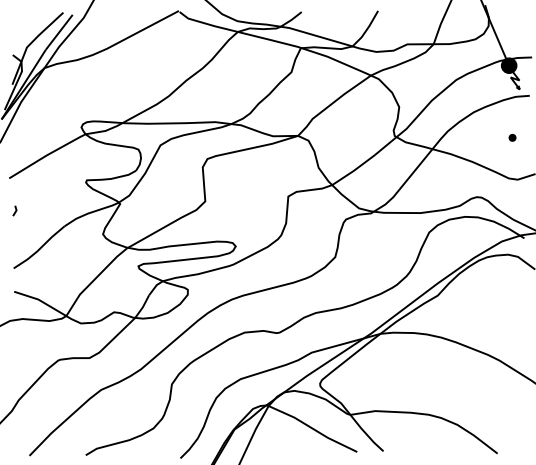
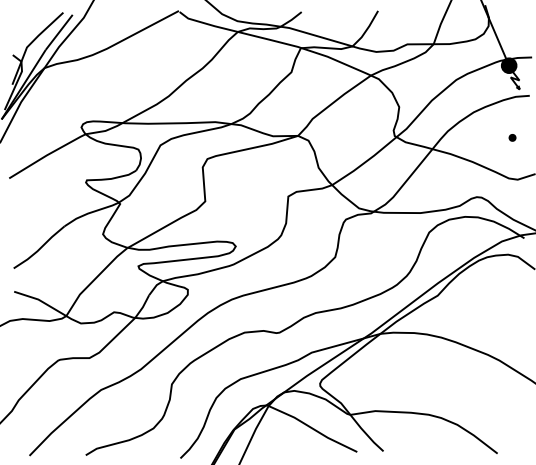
line at (15, 210): present -> none
